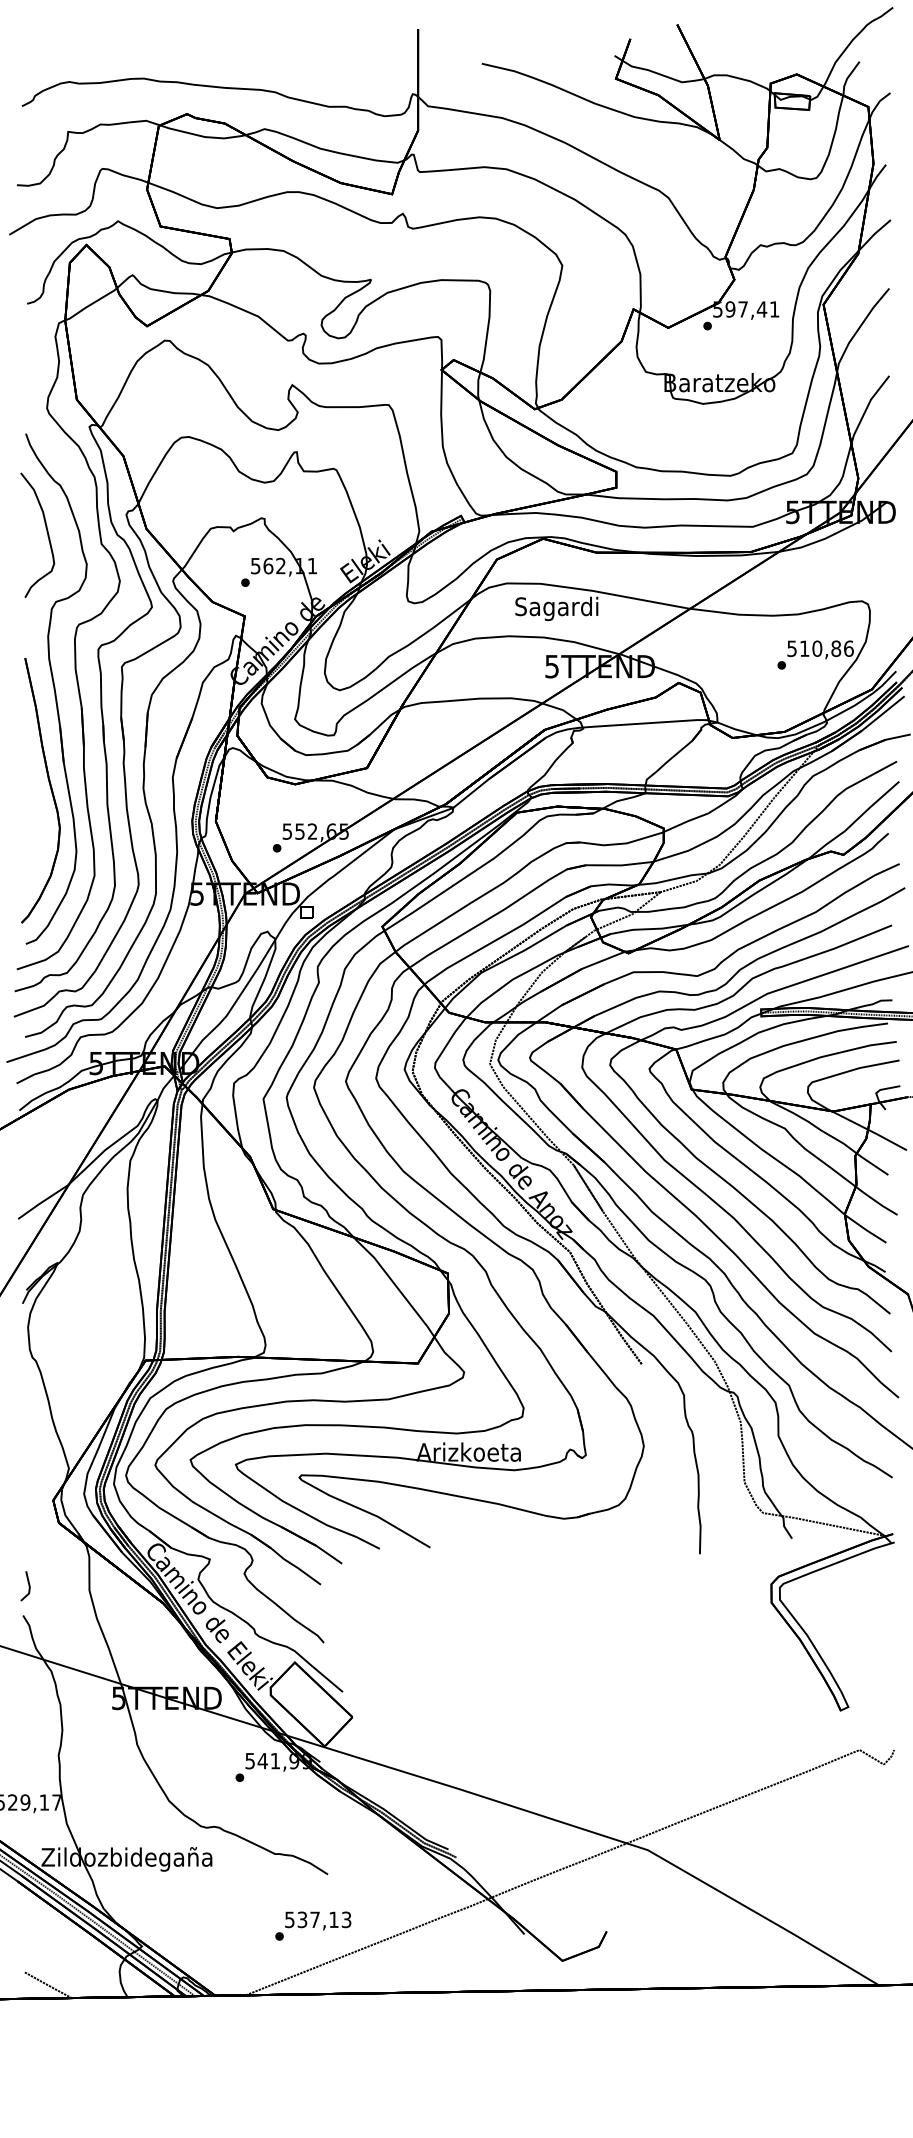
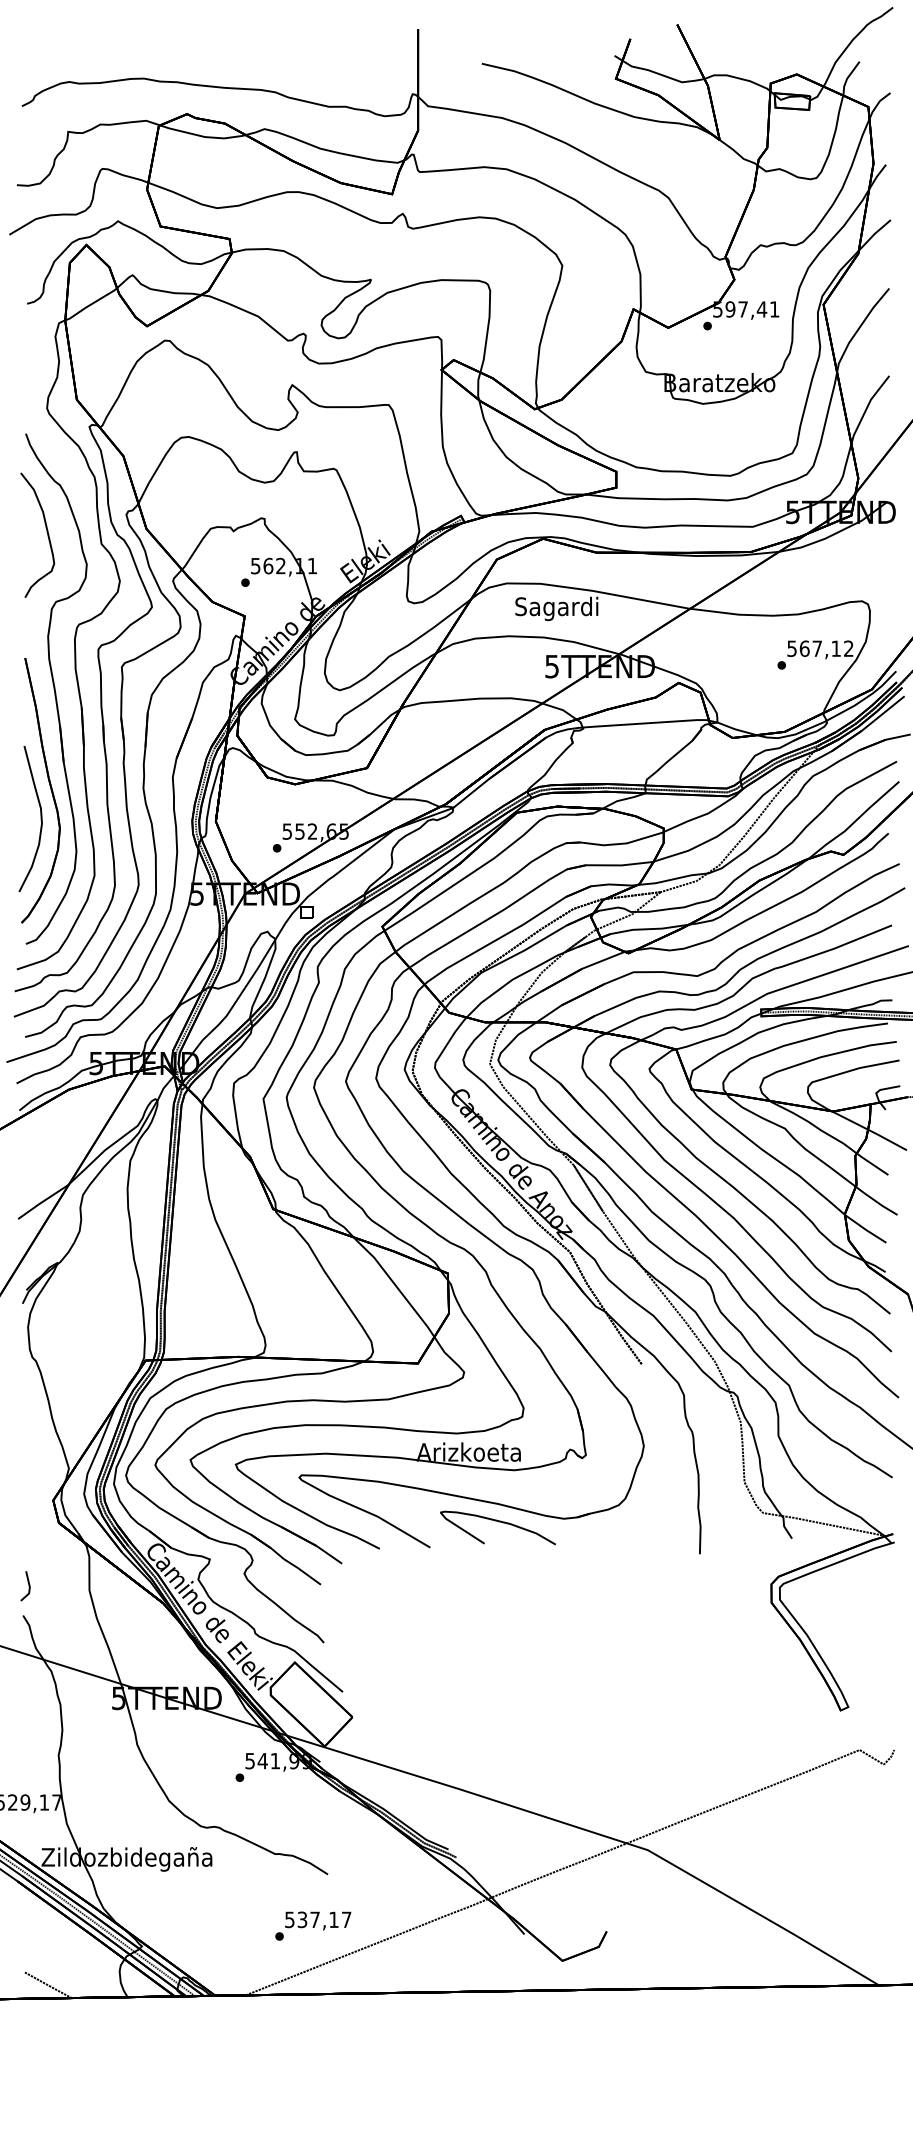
text at (826, 648): 510,86 -> 567,12
curve at (40, 819): none -> present
curve at (498, 1522): none -> present
text at (346, 1919): 537,13 -> 537,17
